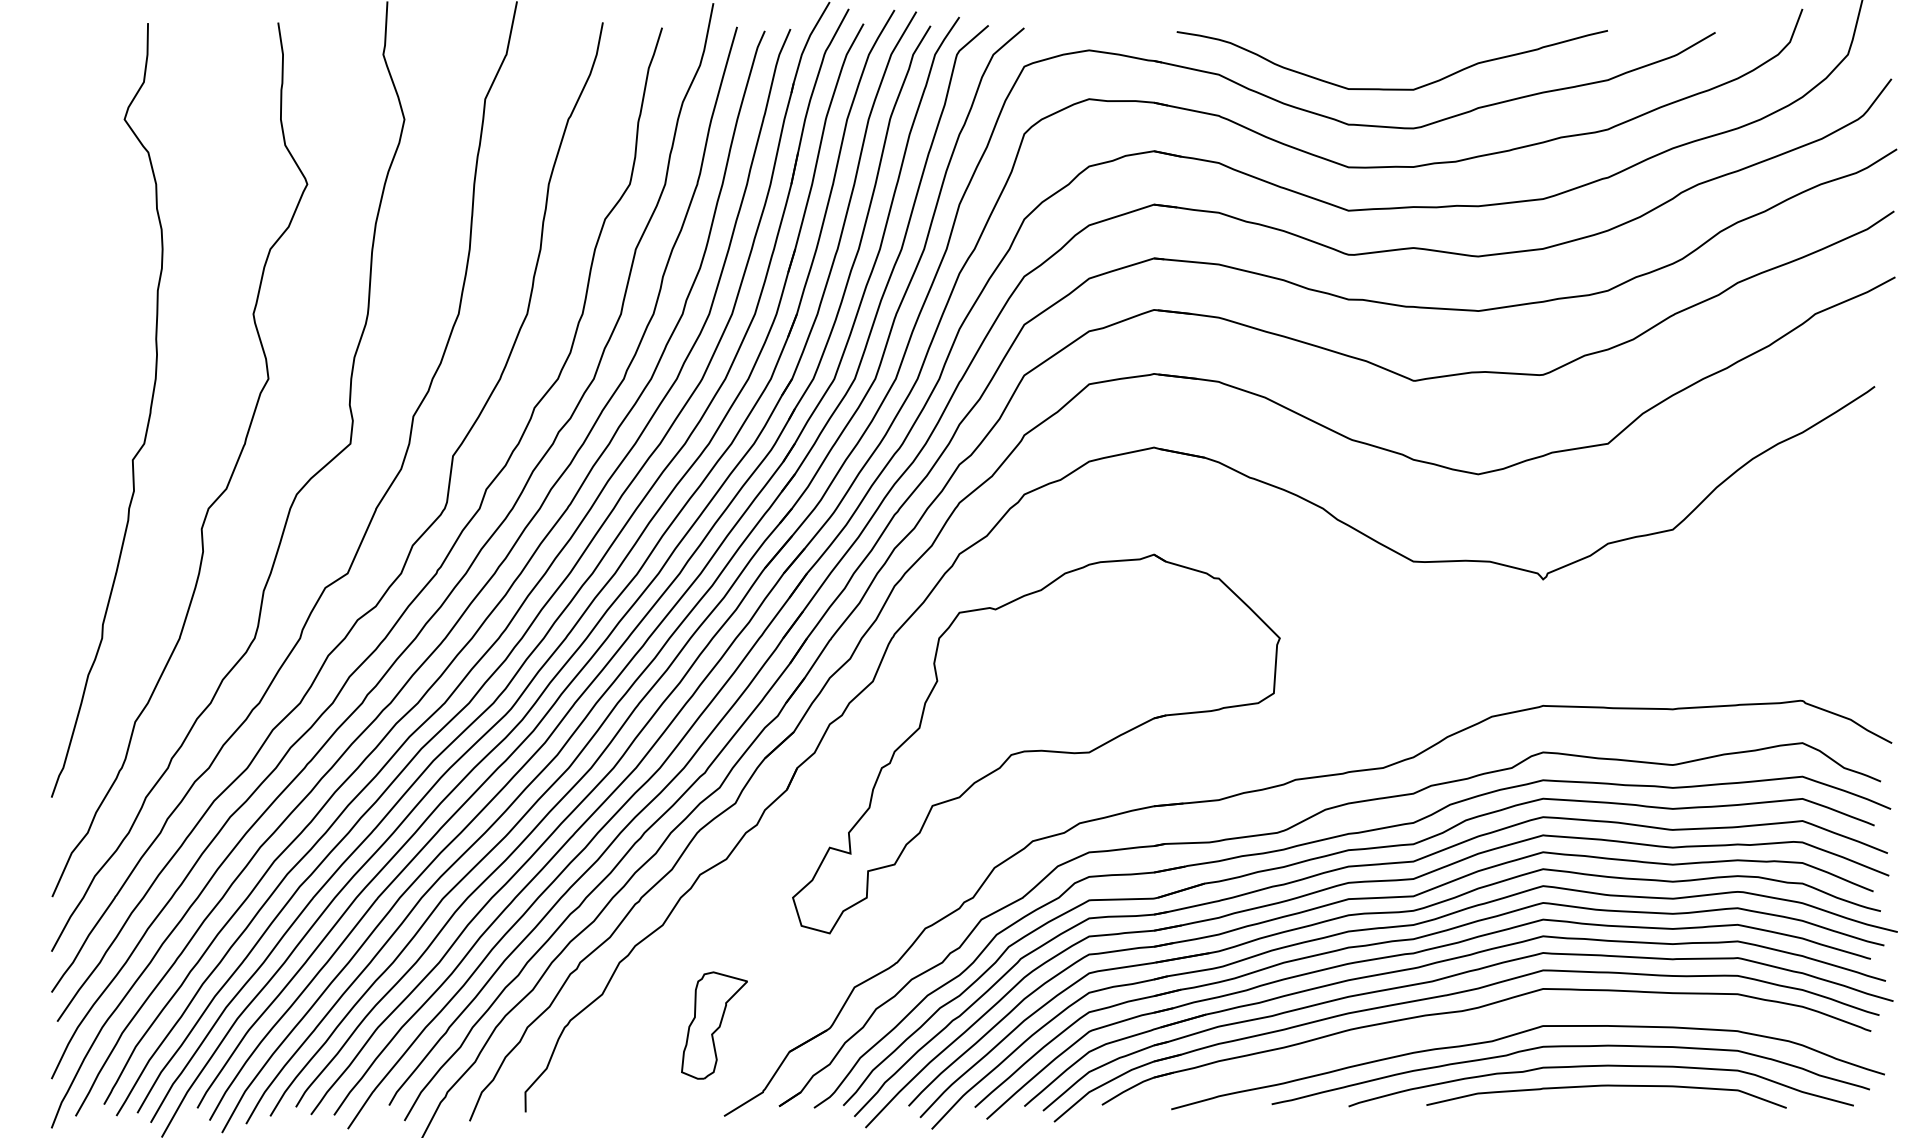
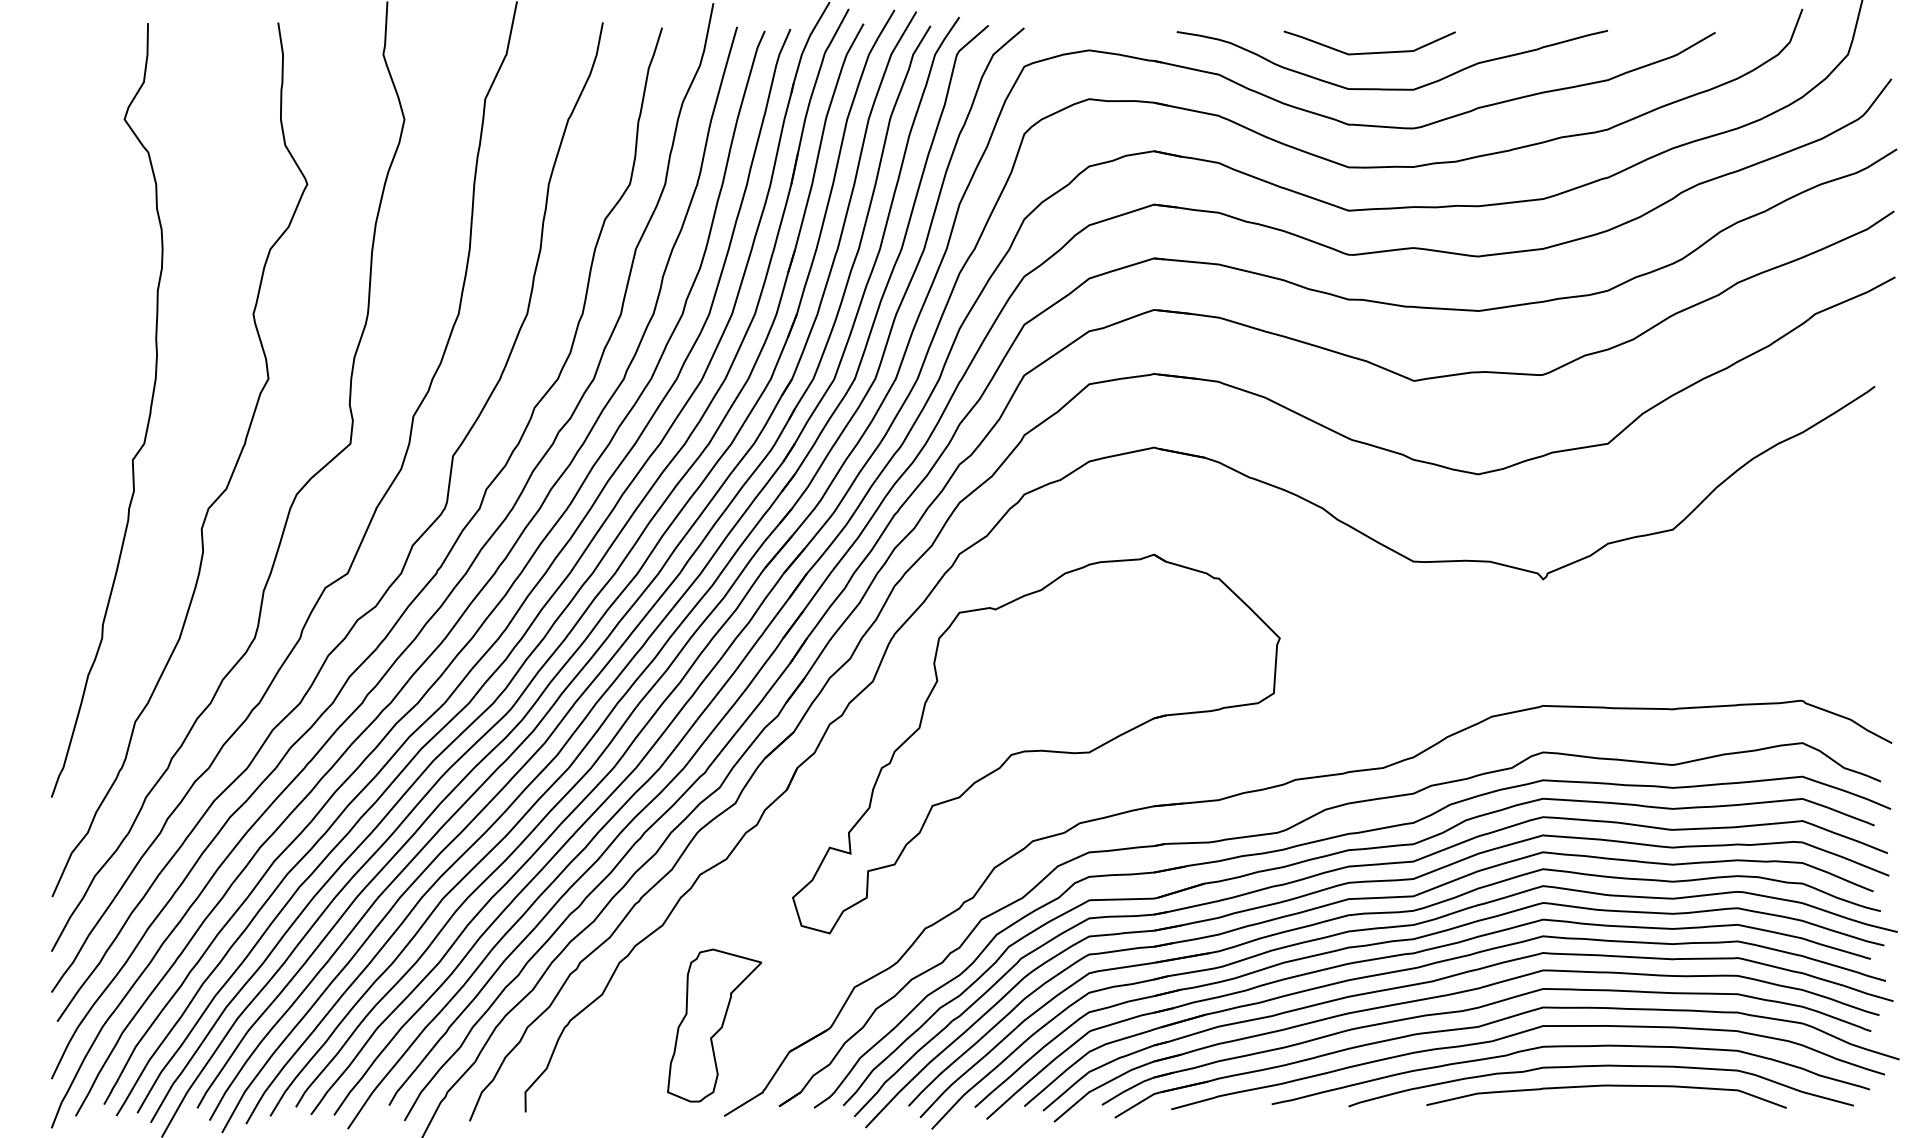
curve at (1369, 52): none -> present
part at (1493, 1023): none -> present
part at (714, 1025) size: 67x109 px -> 95x155 px
